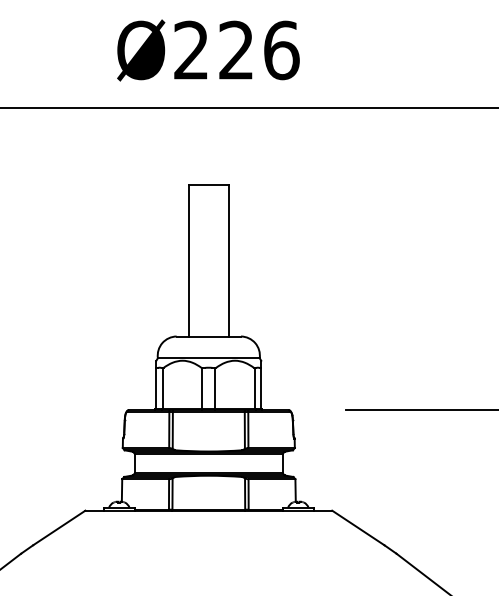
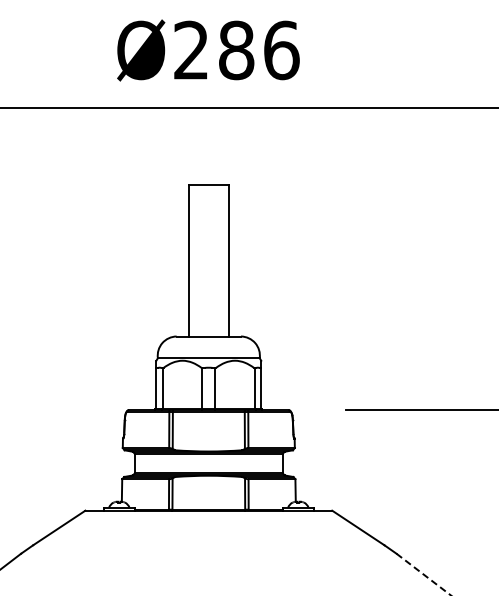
text at (236, 50): Ø226 -> Ø286
line at (424, 574): solid -> dashed
